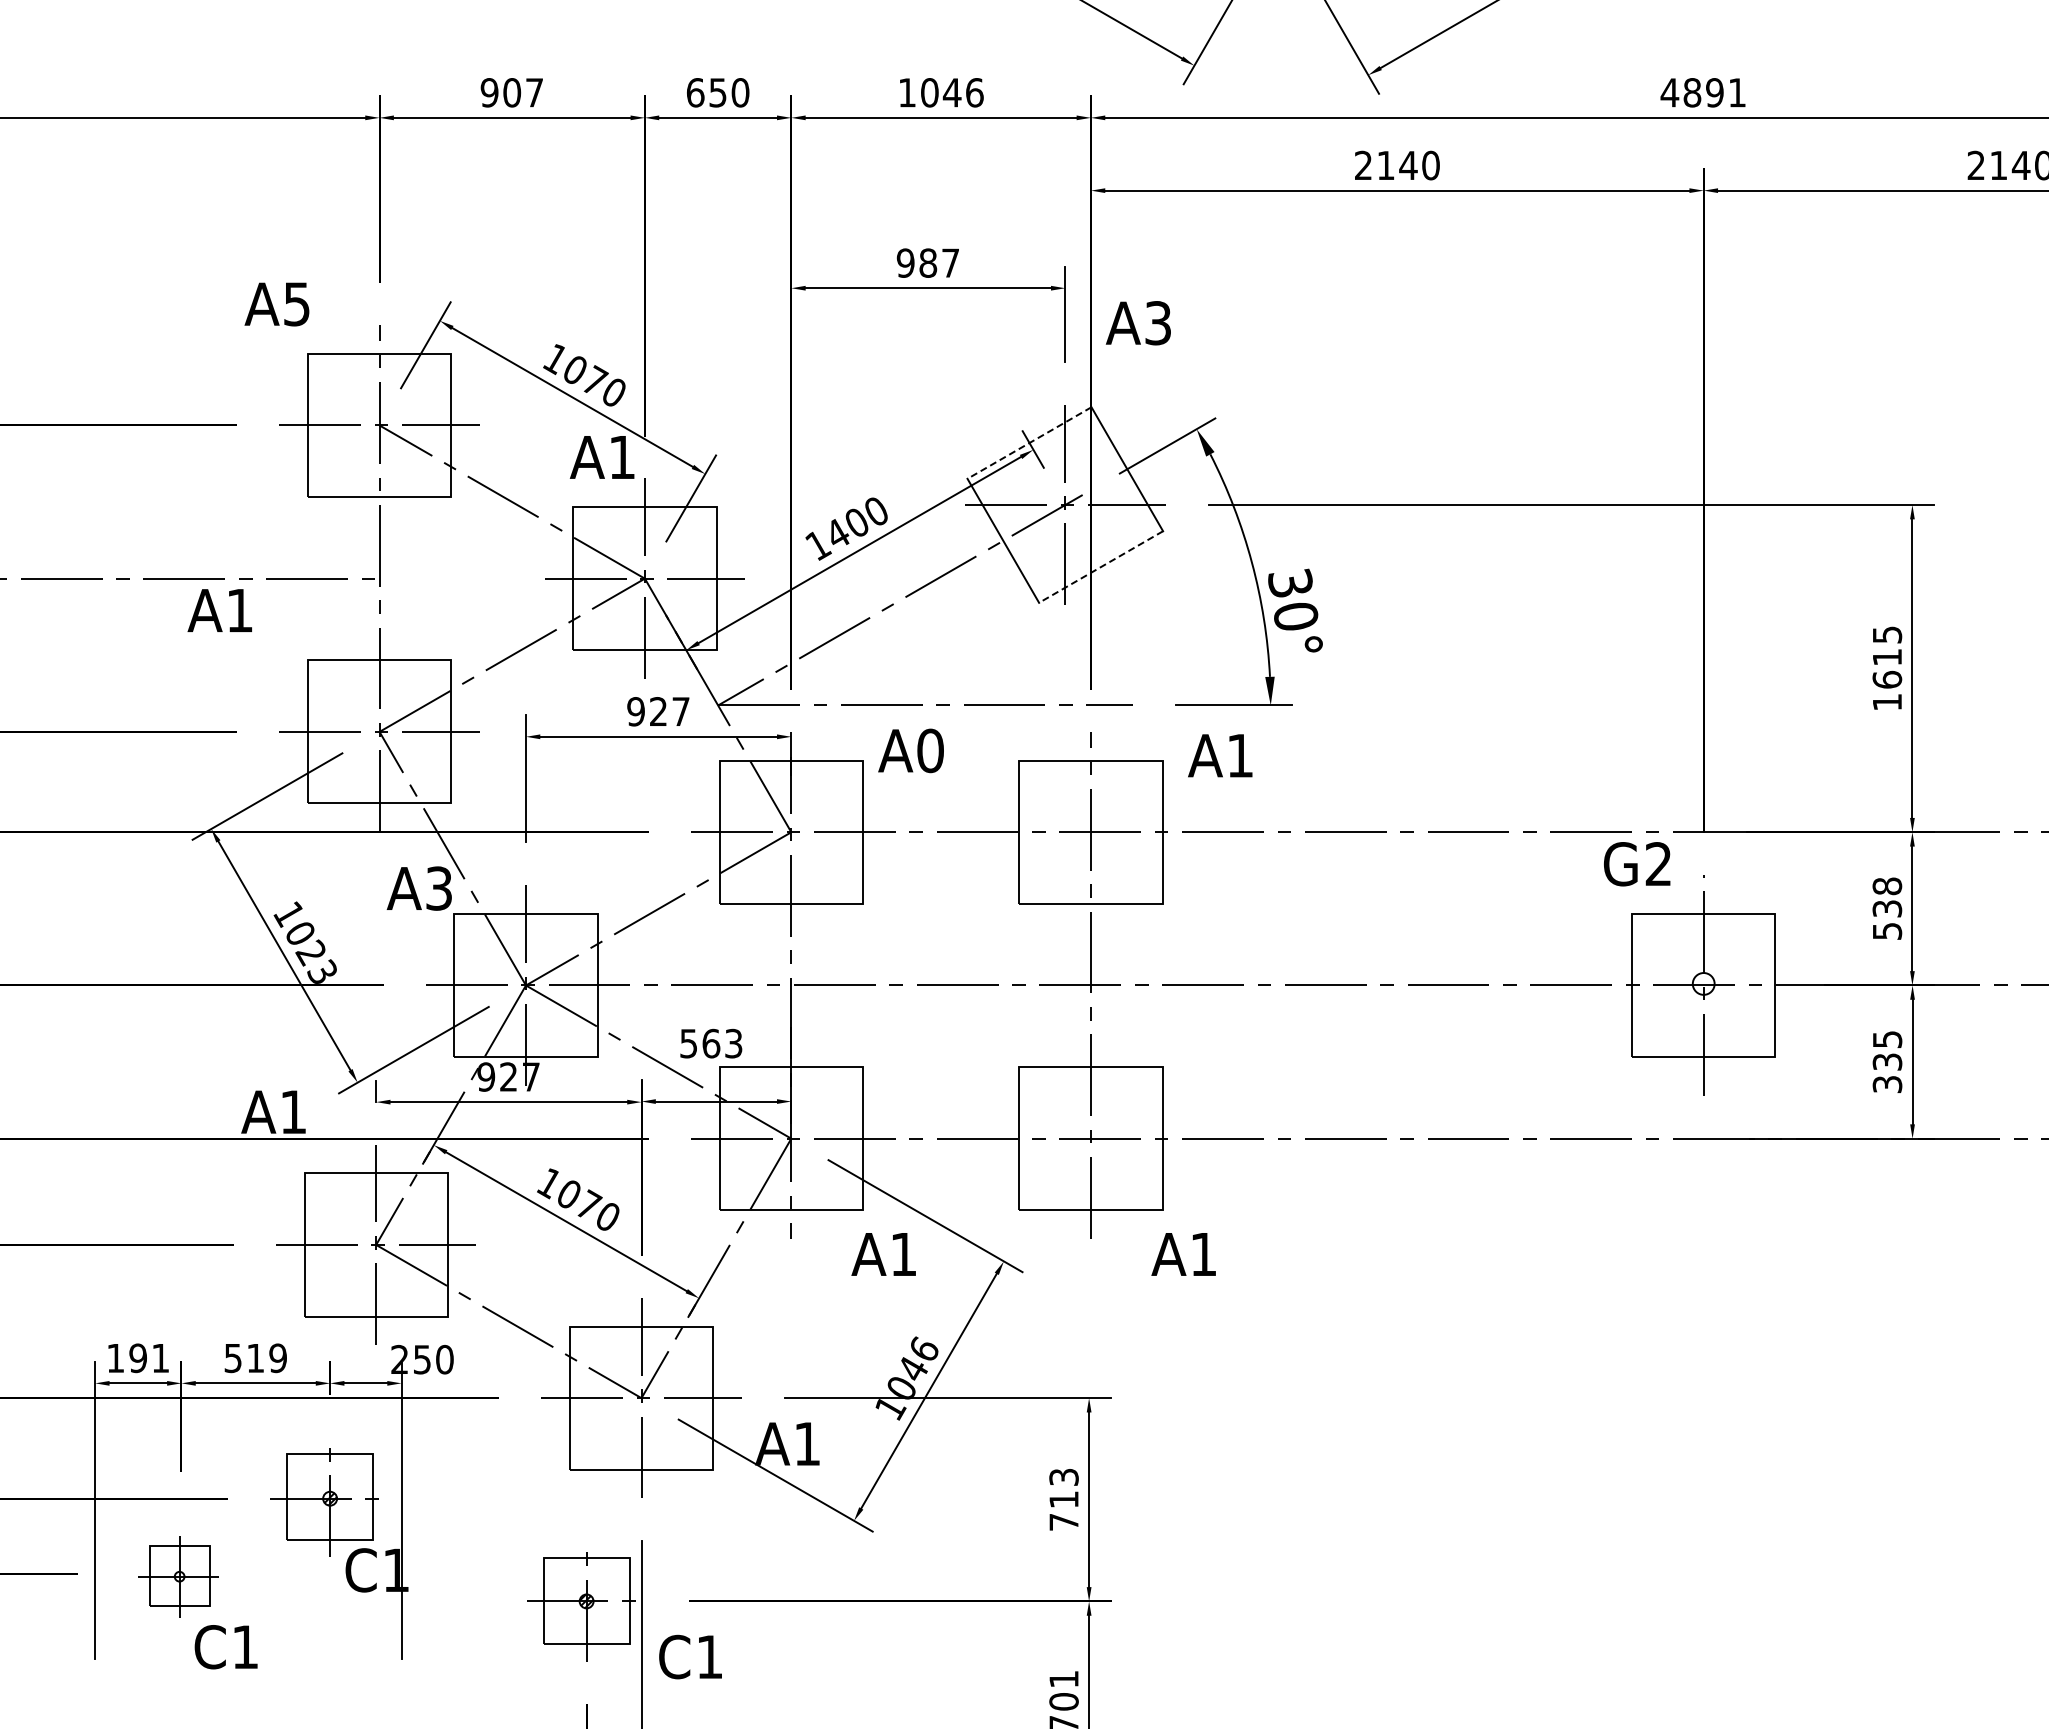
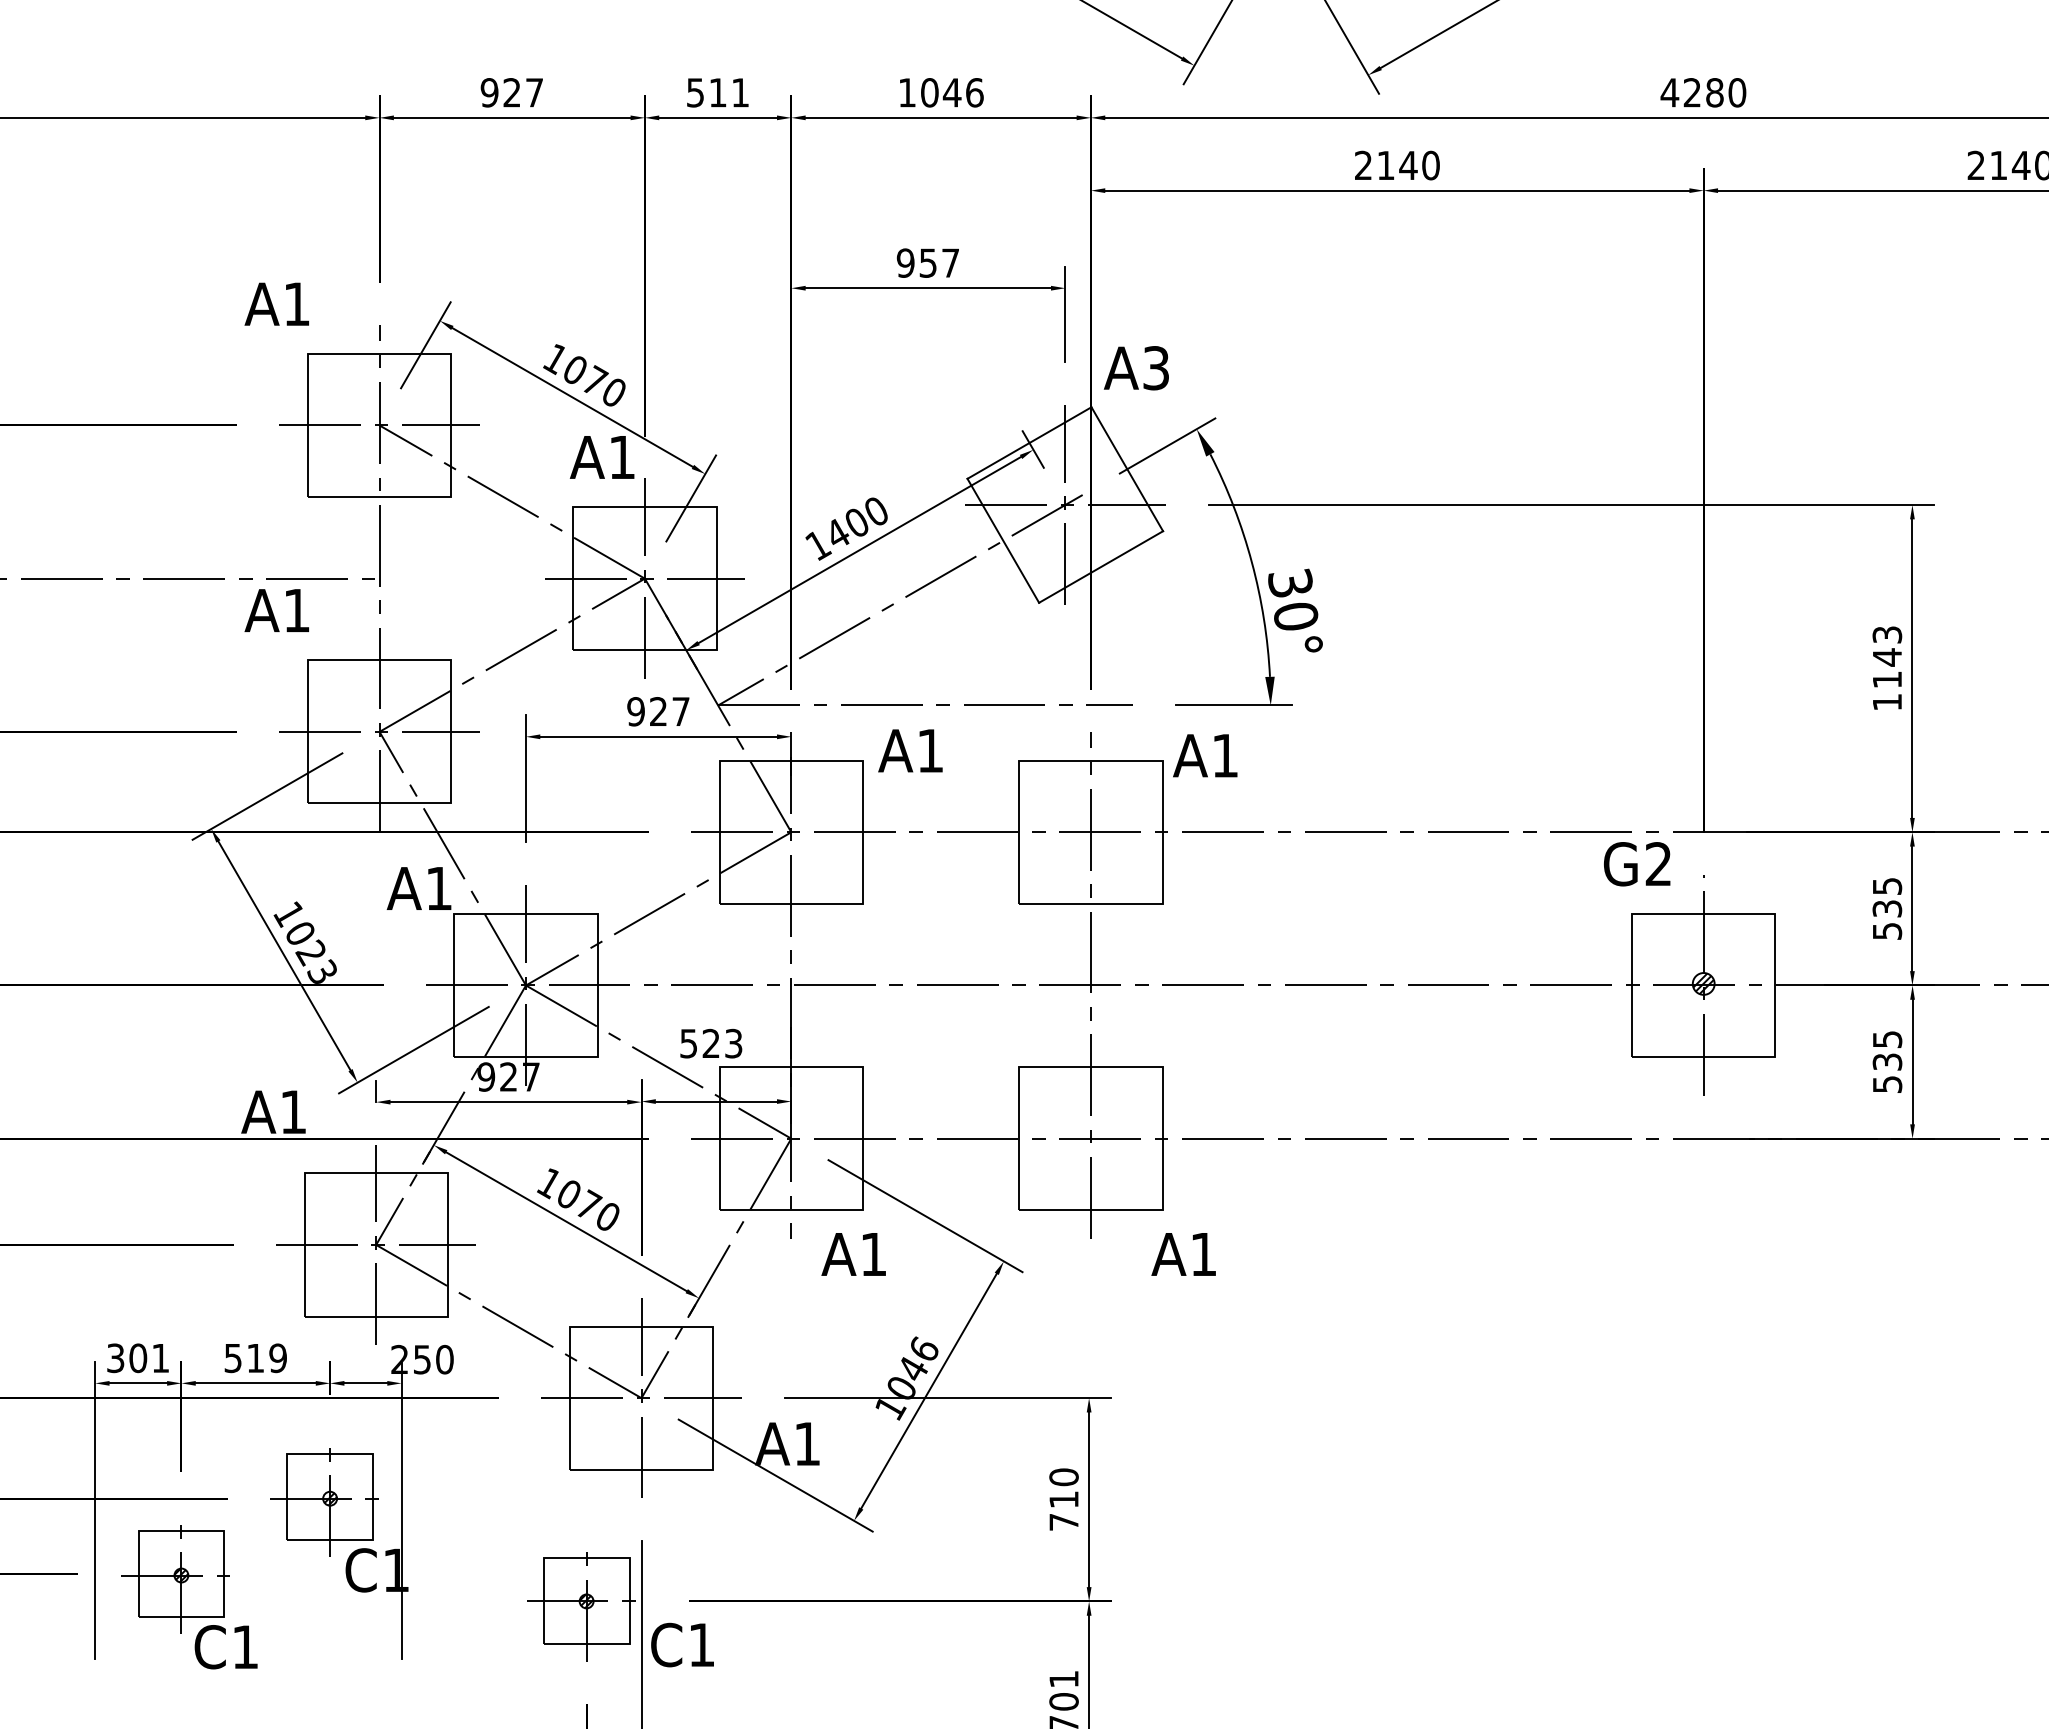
text at (512, 92): 907 -> 927
text at (718, 92): 650 -> 511
text at (1714, 92): 4891 -> 4280
text at (928, 262): 987 -> 957
text at (296, 304): A5 -> A1
text at (1137, 323) position: (1137, 323) -> (1135, 368)
line at (1029, 443): dashed -> solid
line at (1101, 567): dashed -> solid
text at (219, 610) position: (219, 610) -> (276, 610)
text at (1887, 657): 1615 -> 1143
text at (930, 750): A0 -> A1
text at (1220, 755) position: (1220, 755) -> (1205, 755)
text at (1887, 886): 538 -> 535
text at (438, 888): A3 -> A1
hatch at (1703, 983): none -> present
text at (711, 1043): 563 -> 523
text at (1886, 1084): 335 -> 535
text at (883, 1254) position: (883, 1254) -> (853, 1254)
text at (127, 1358): 191 -> 301
text at (1063, 1477): 713 -> 710
part at (178, 1576) size: 81x82 px -> 109x109 px
text at (690, 1656) position: (690, 1656) -> (682, 1644)
